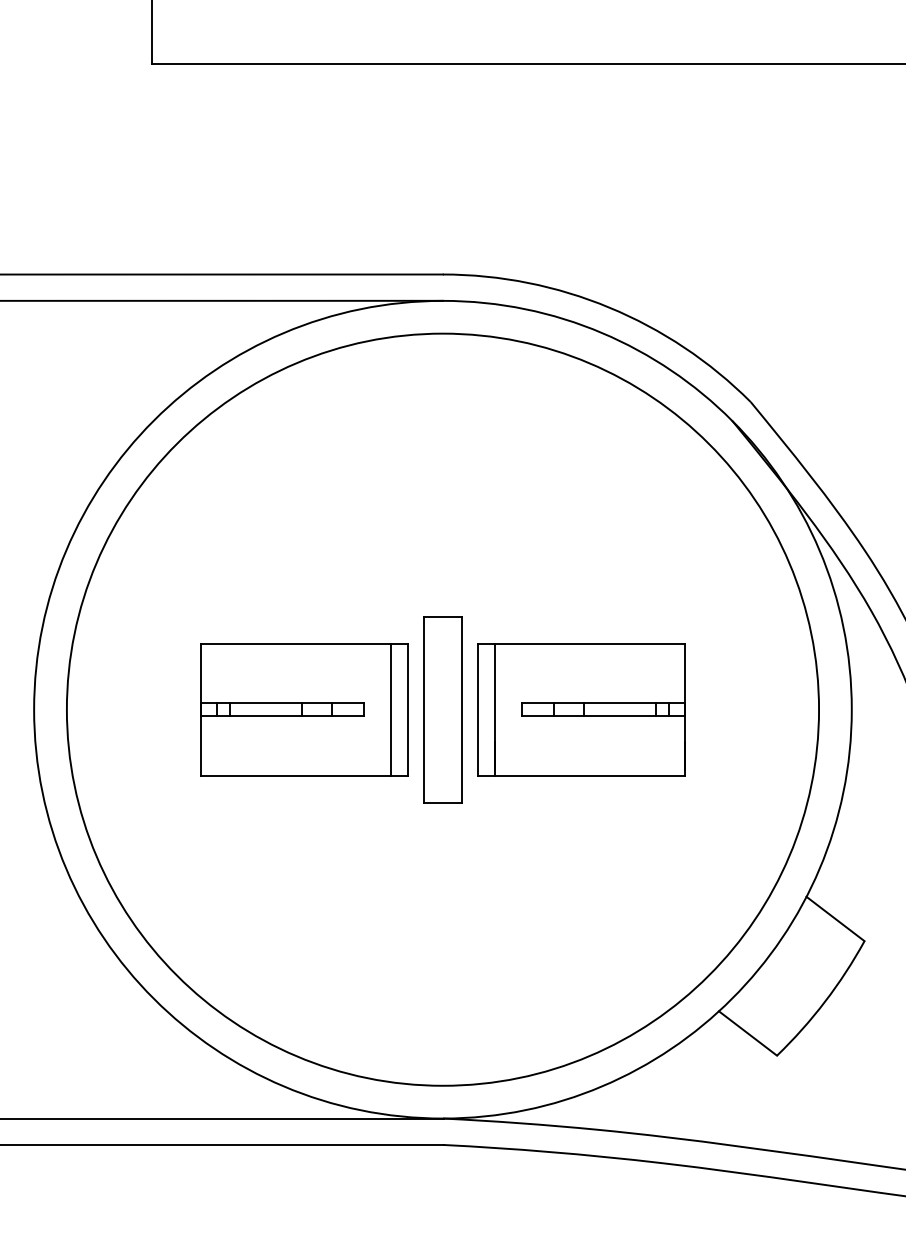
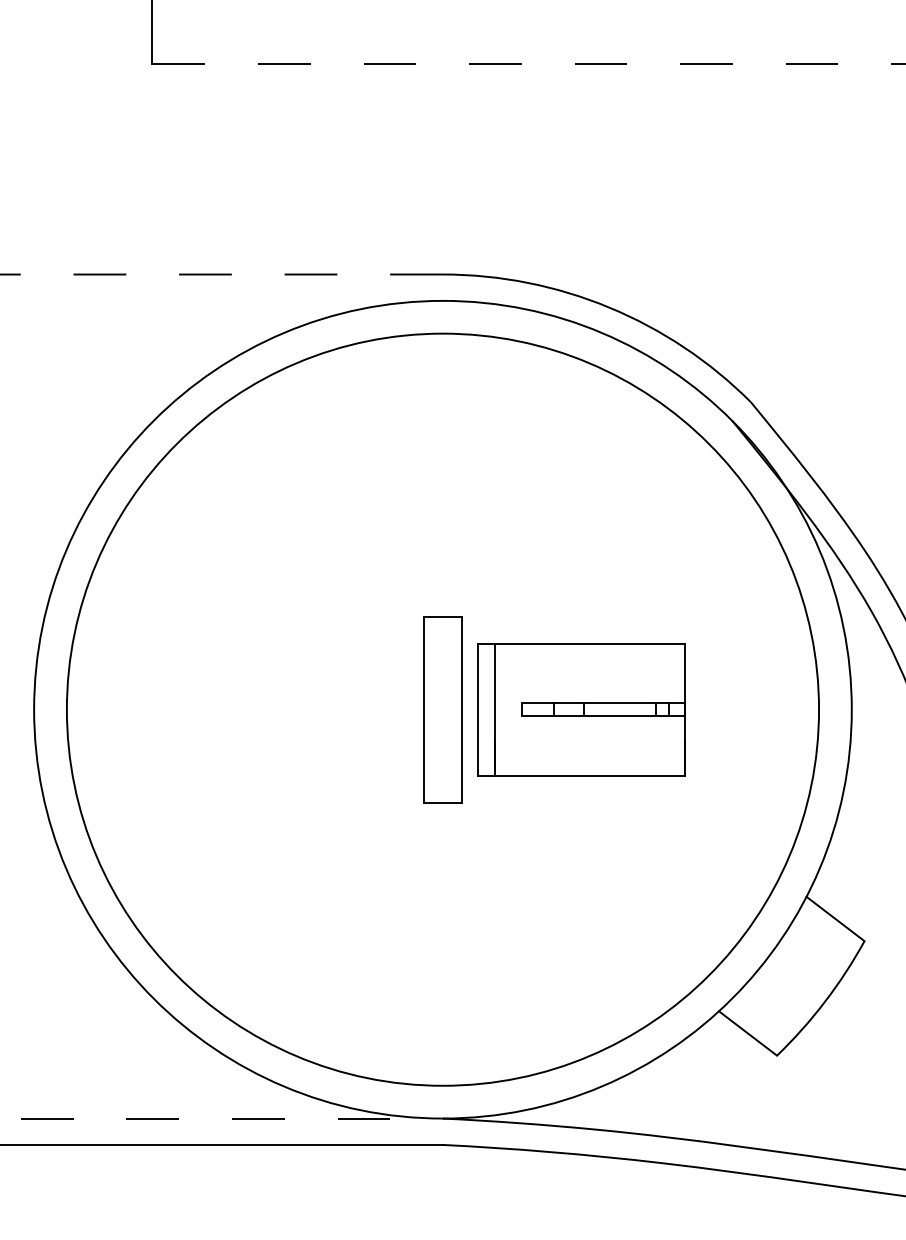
line at (529, 64): solid -> dashed
line at (221, 274): solid -> dashed
line at (222, 300): present -> none
part at (304, 709): present -> none
line at (222, 1118): solid -> dashed
